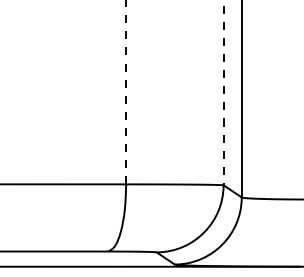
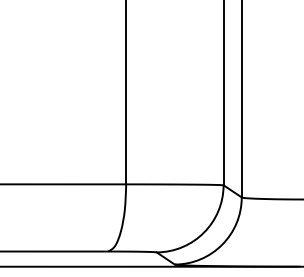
line at (126, 92): dashed -> solid
line at (223, 93): dashed -> solid
